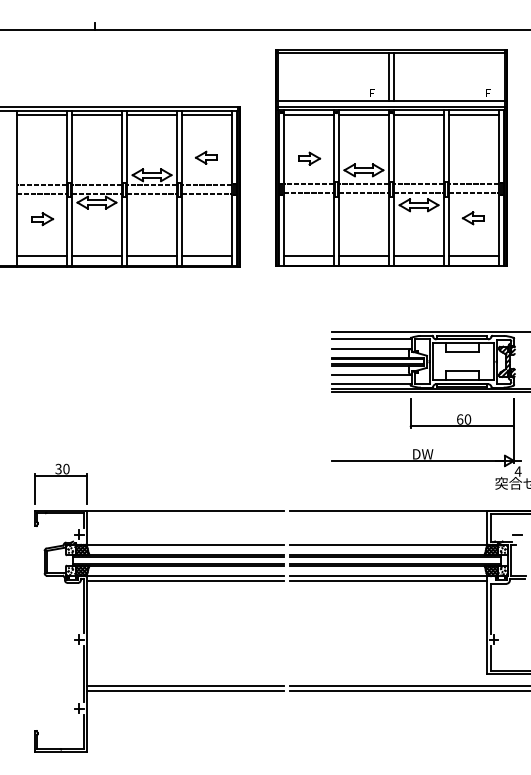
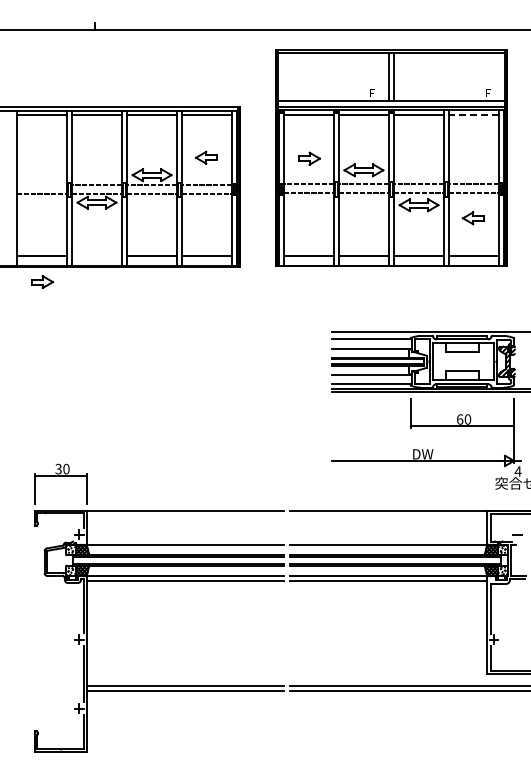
line at (474, 114): solid -> dashed
line at (41, 184): present -> none
part at (42, 219) position: (42, 219) -> (42, 282)
line at (96, 256): present -> none
